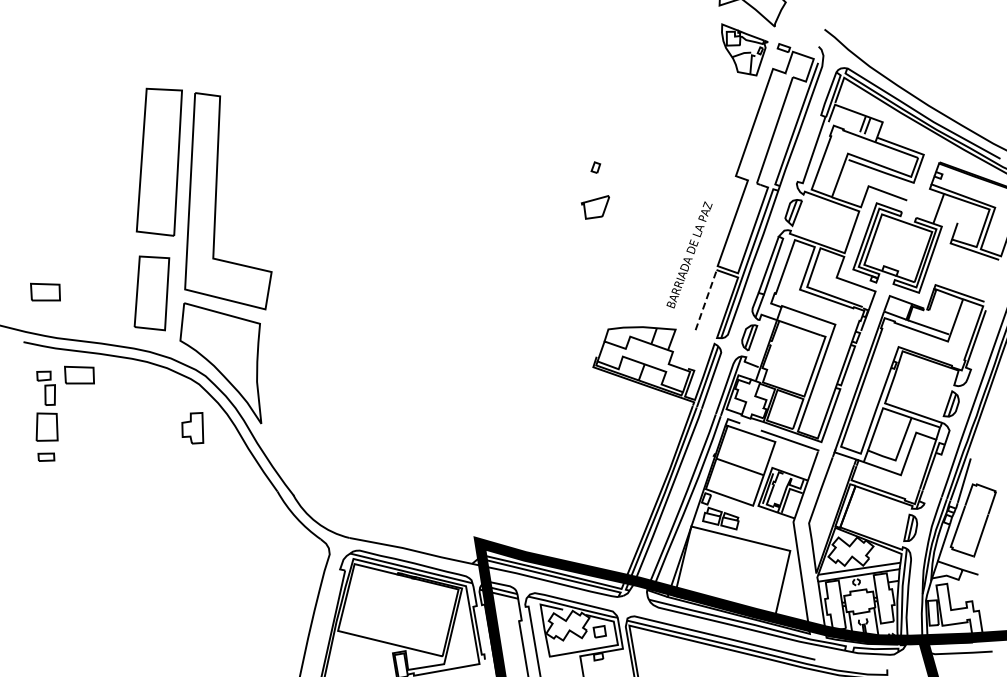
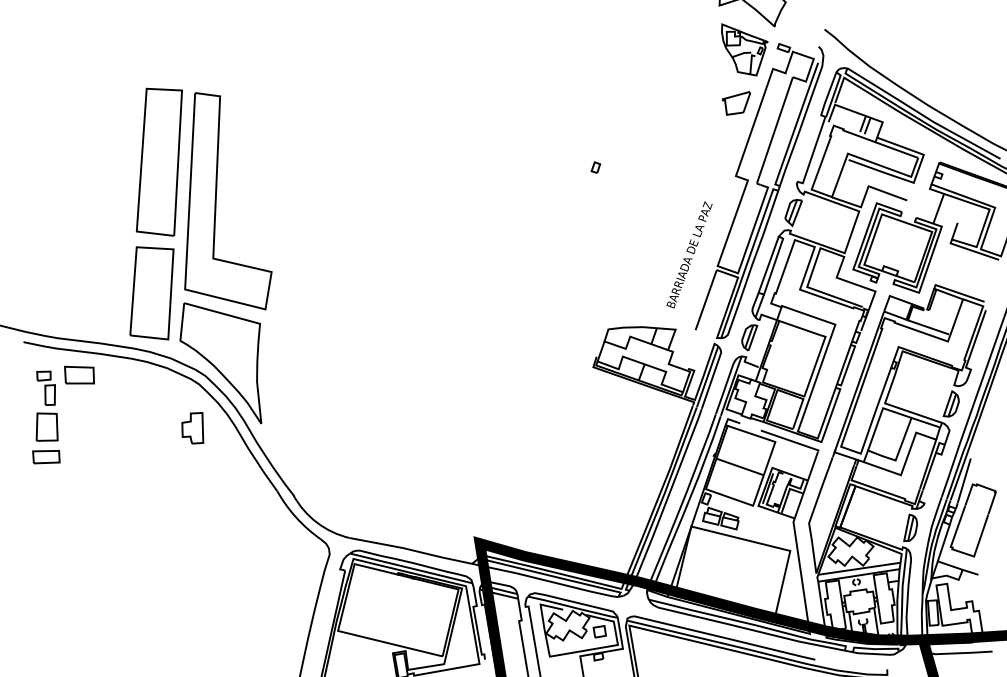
part at (595, 207) position: (595, 207) -> (736, 103)
part at (45, 291): present -> none
part at (151, 293) size: 38x77 px -> 46x95 px
line at (706, 300): dashed -> solid
part at (46, 456) size: 19x10 px -> 29x15 px
